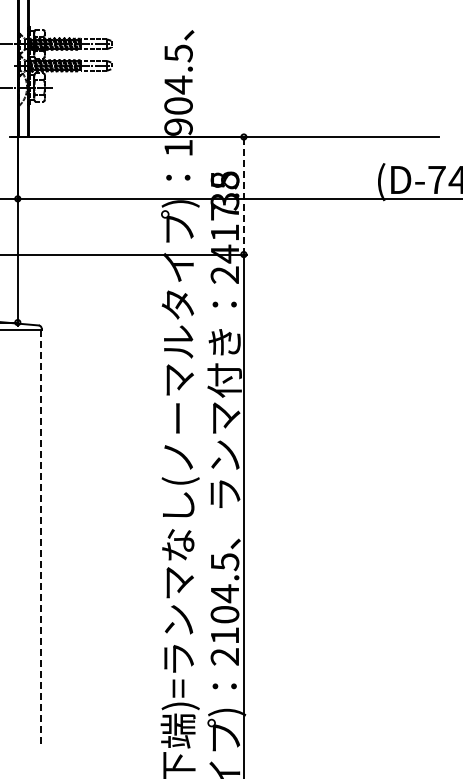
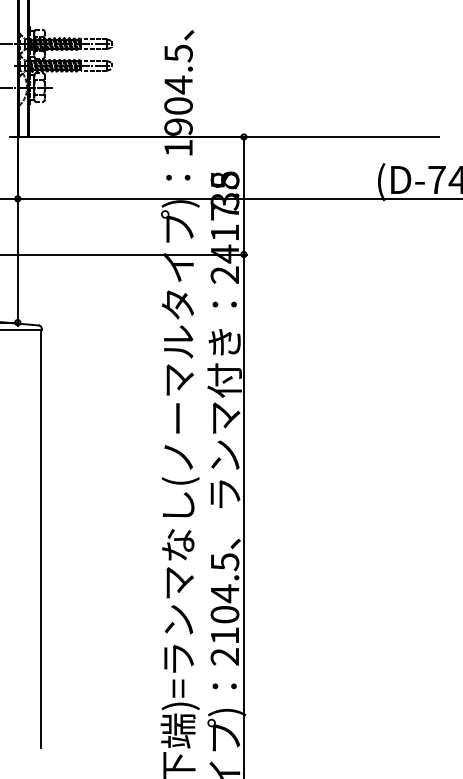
line at (243, 195): dashed -> solid
line at (41, 539): dashed -> solid
